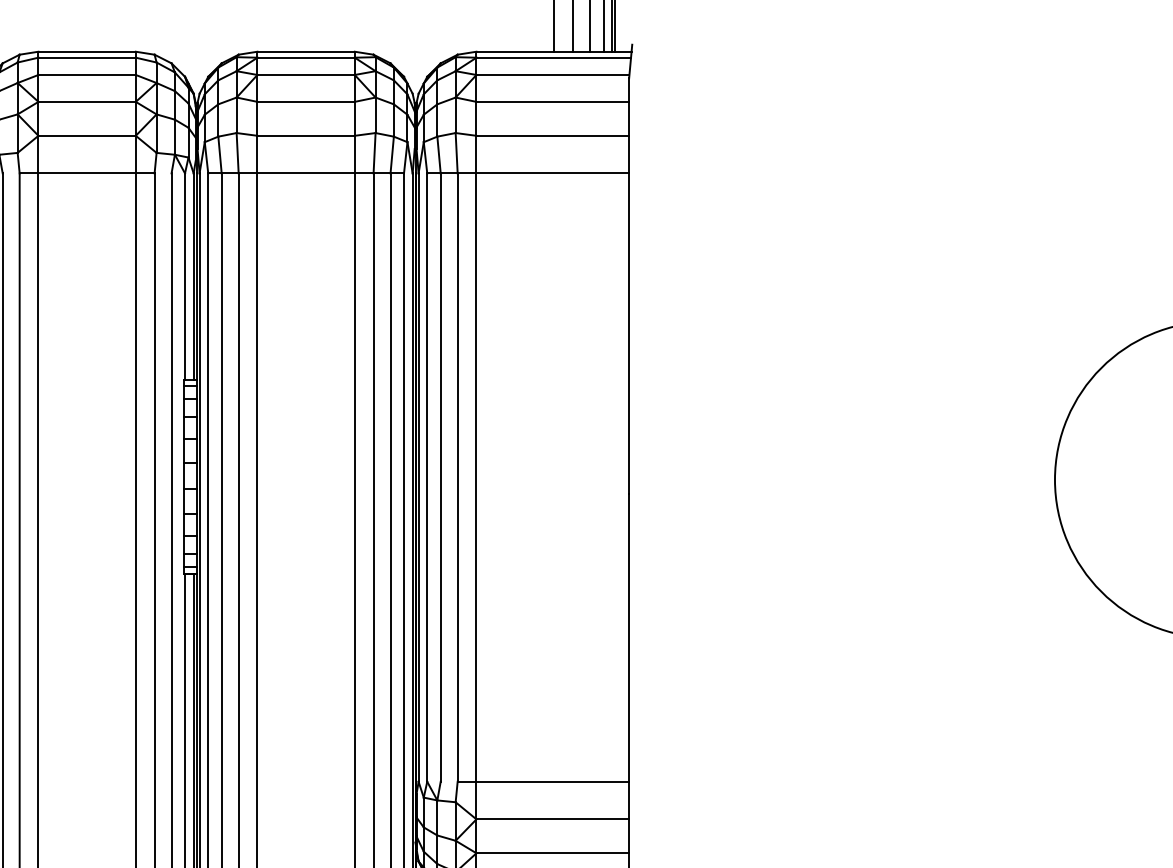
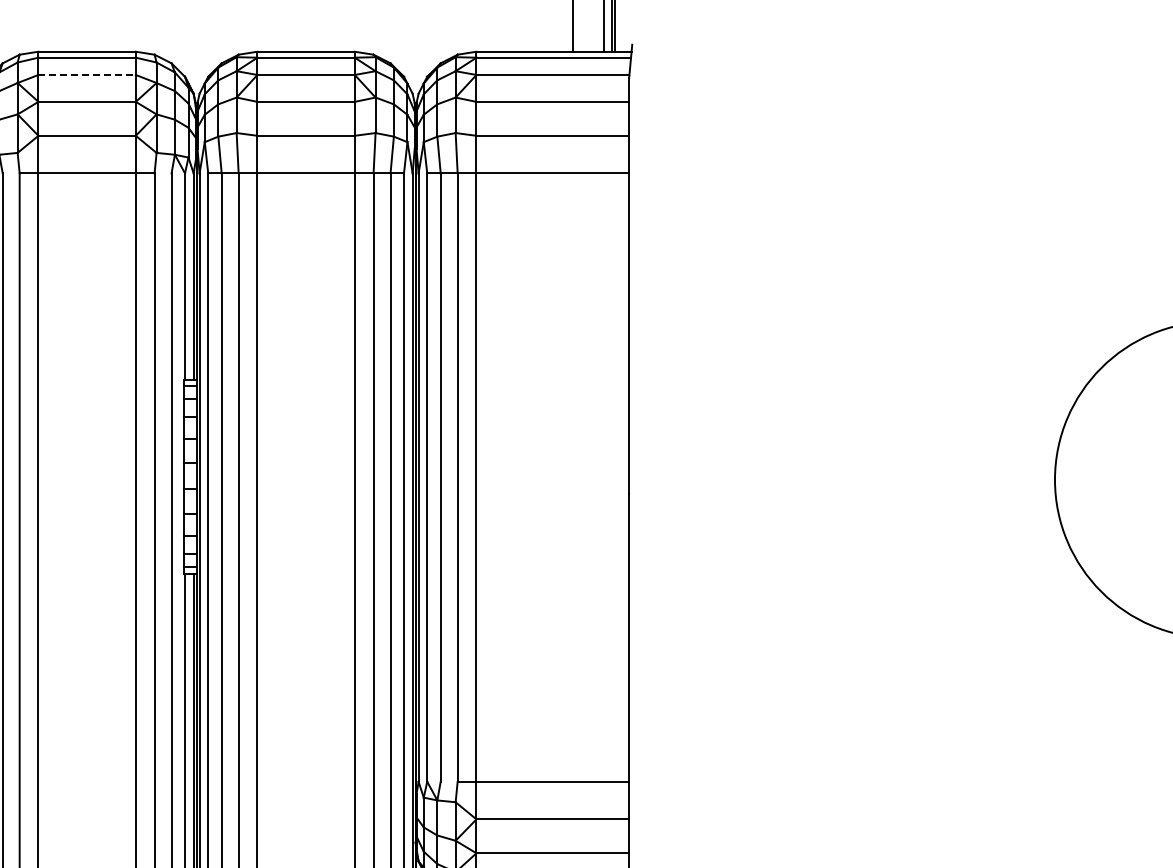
line at (554, 26): present -> none
line at (590, 26): present -> none
line at (87, 74): solid -> dashed
